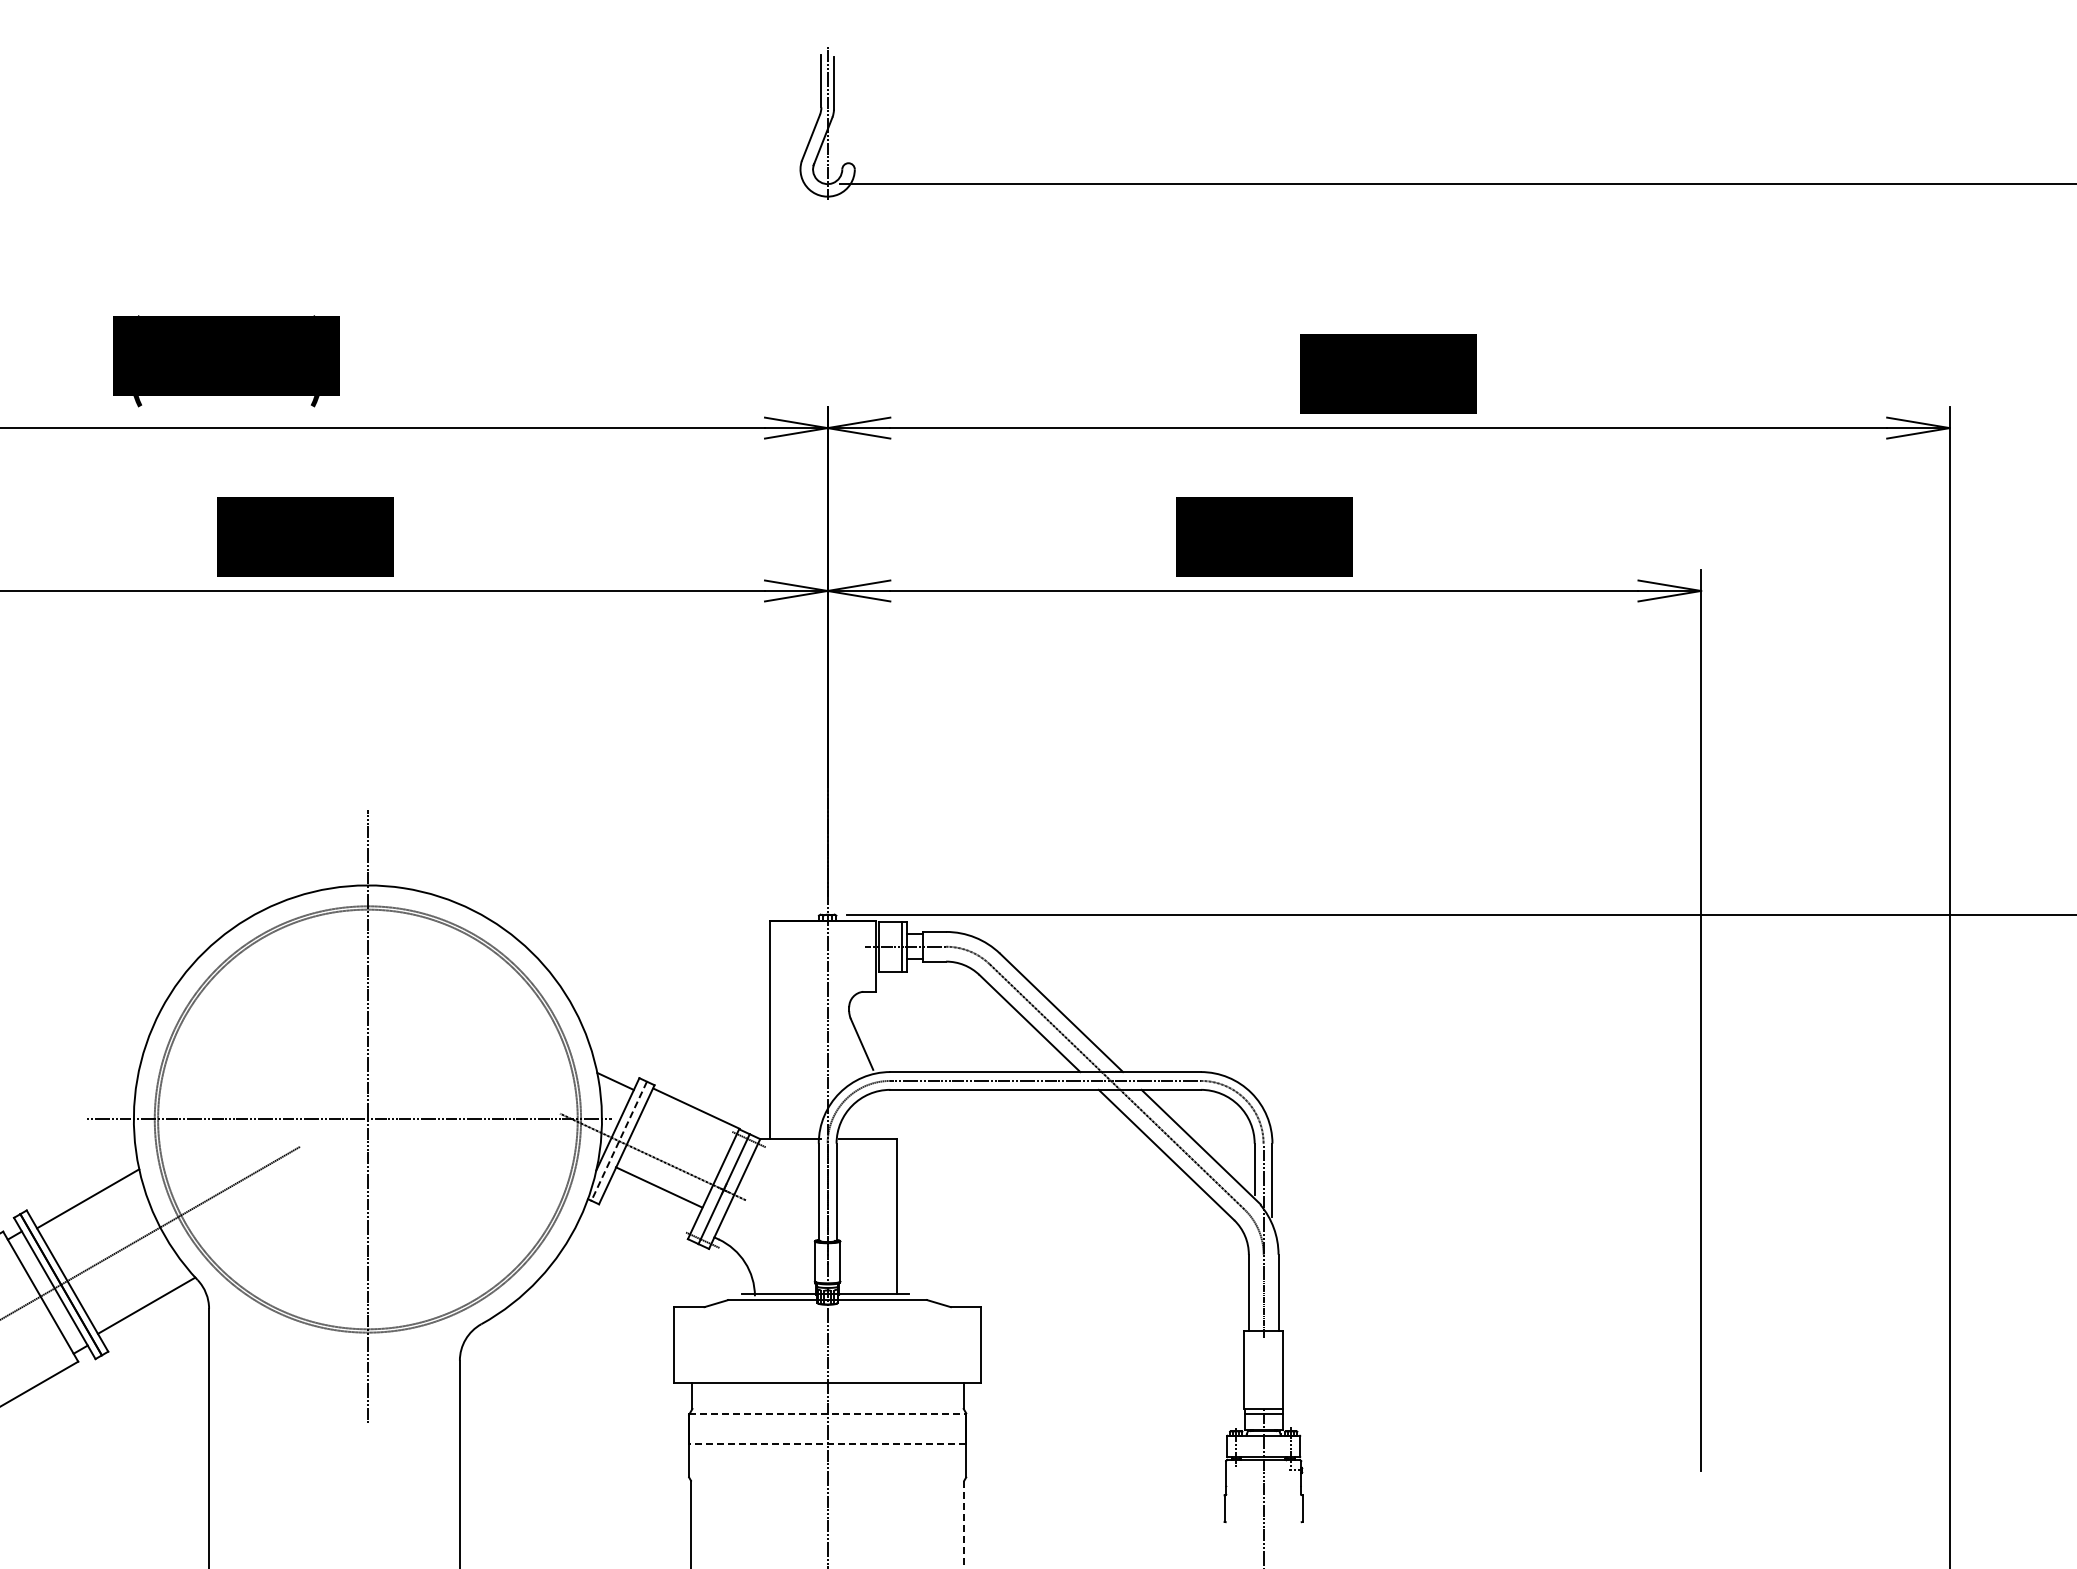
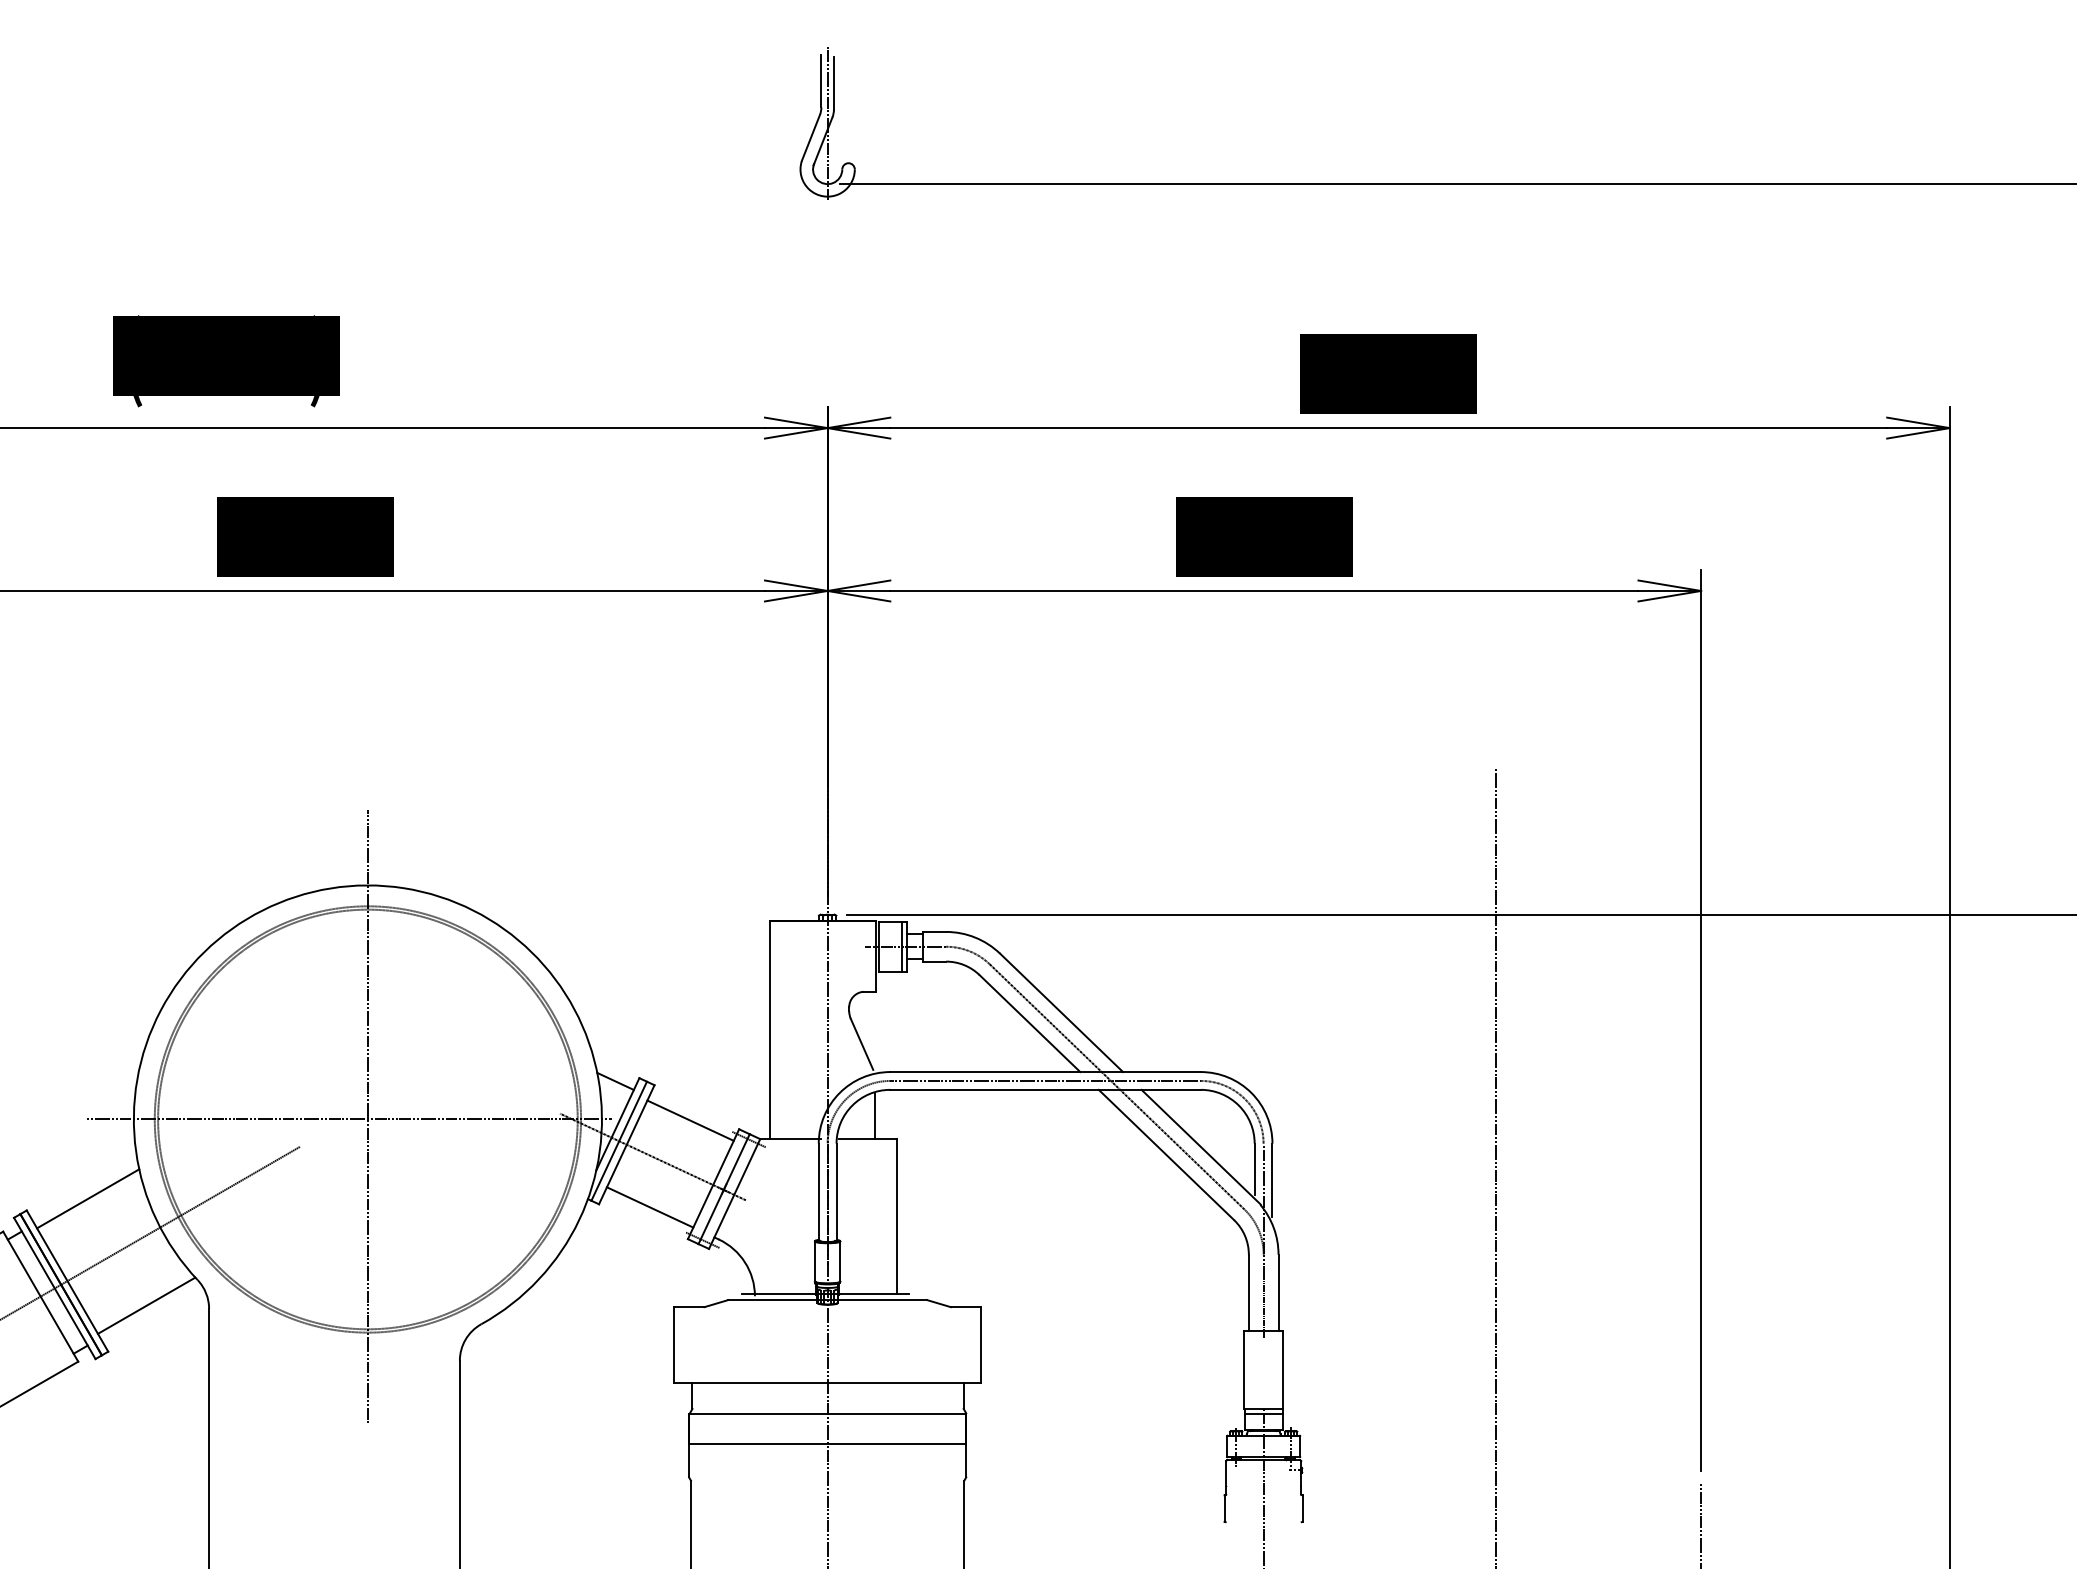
line at (696, 1108) position: (696, 1108) -> (690, 1120)
line at (875, 1115): none -> present
line at (619, 1141): dashed -> solid
line at (1496, 1166): none -> present
line at (658, 1187) position: (658, 1187) -> (649, 1207)
line at (827, 1413): dashed -> solid
line at (827, 1444): dashed -> solid
line at (964, 1524): dashed -> solid
line at (1701, 1524): none -> present
